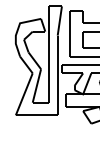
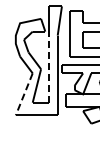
line at (49, 69): solid -> dashed
line at (24, 94): solid -> dashed
